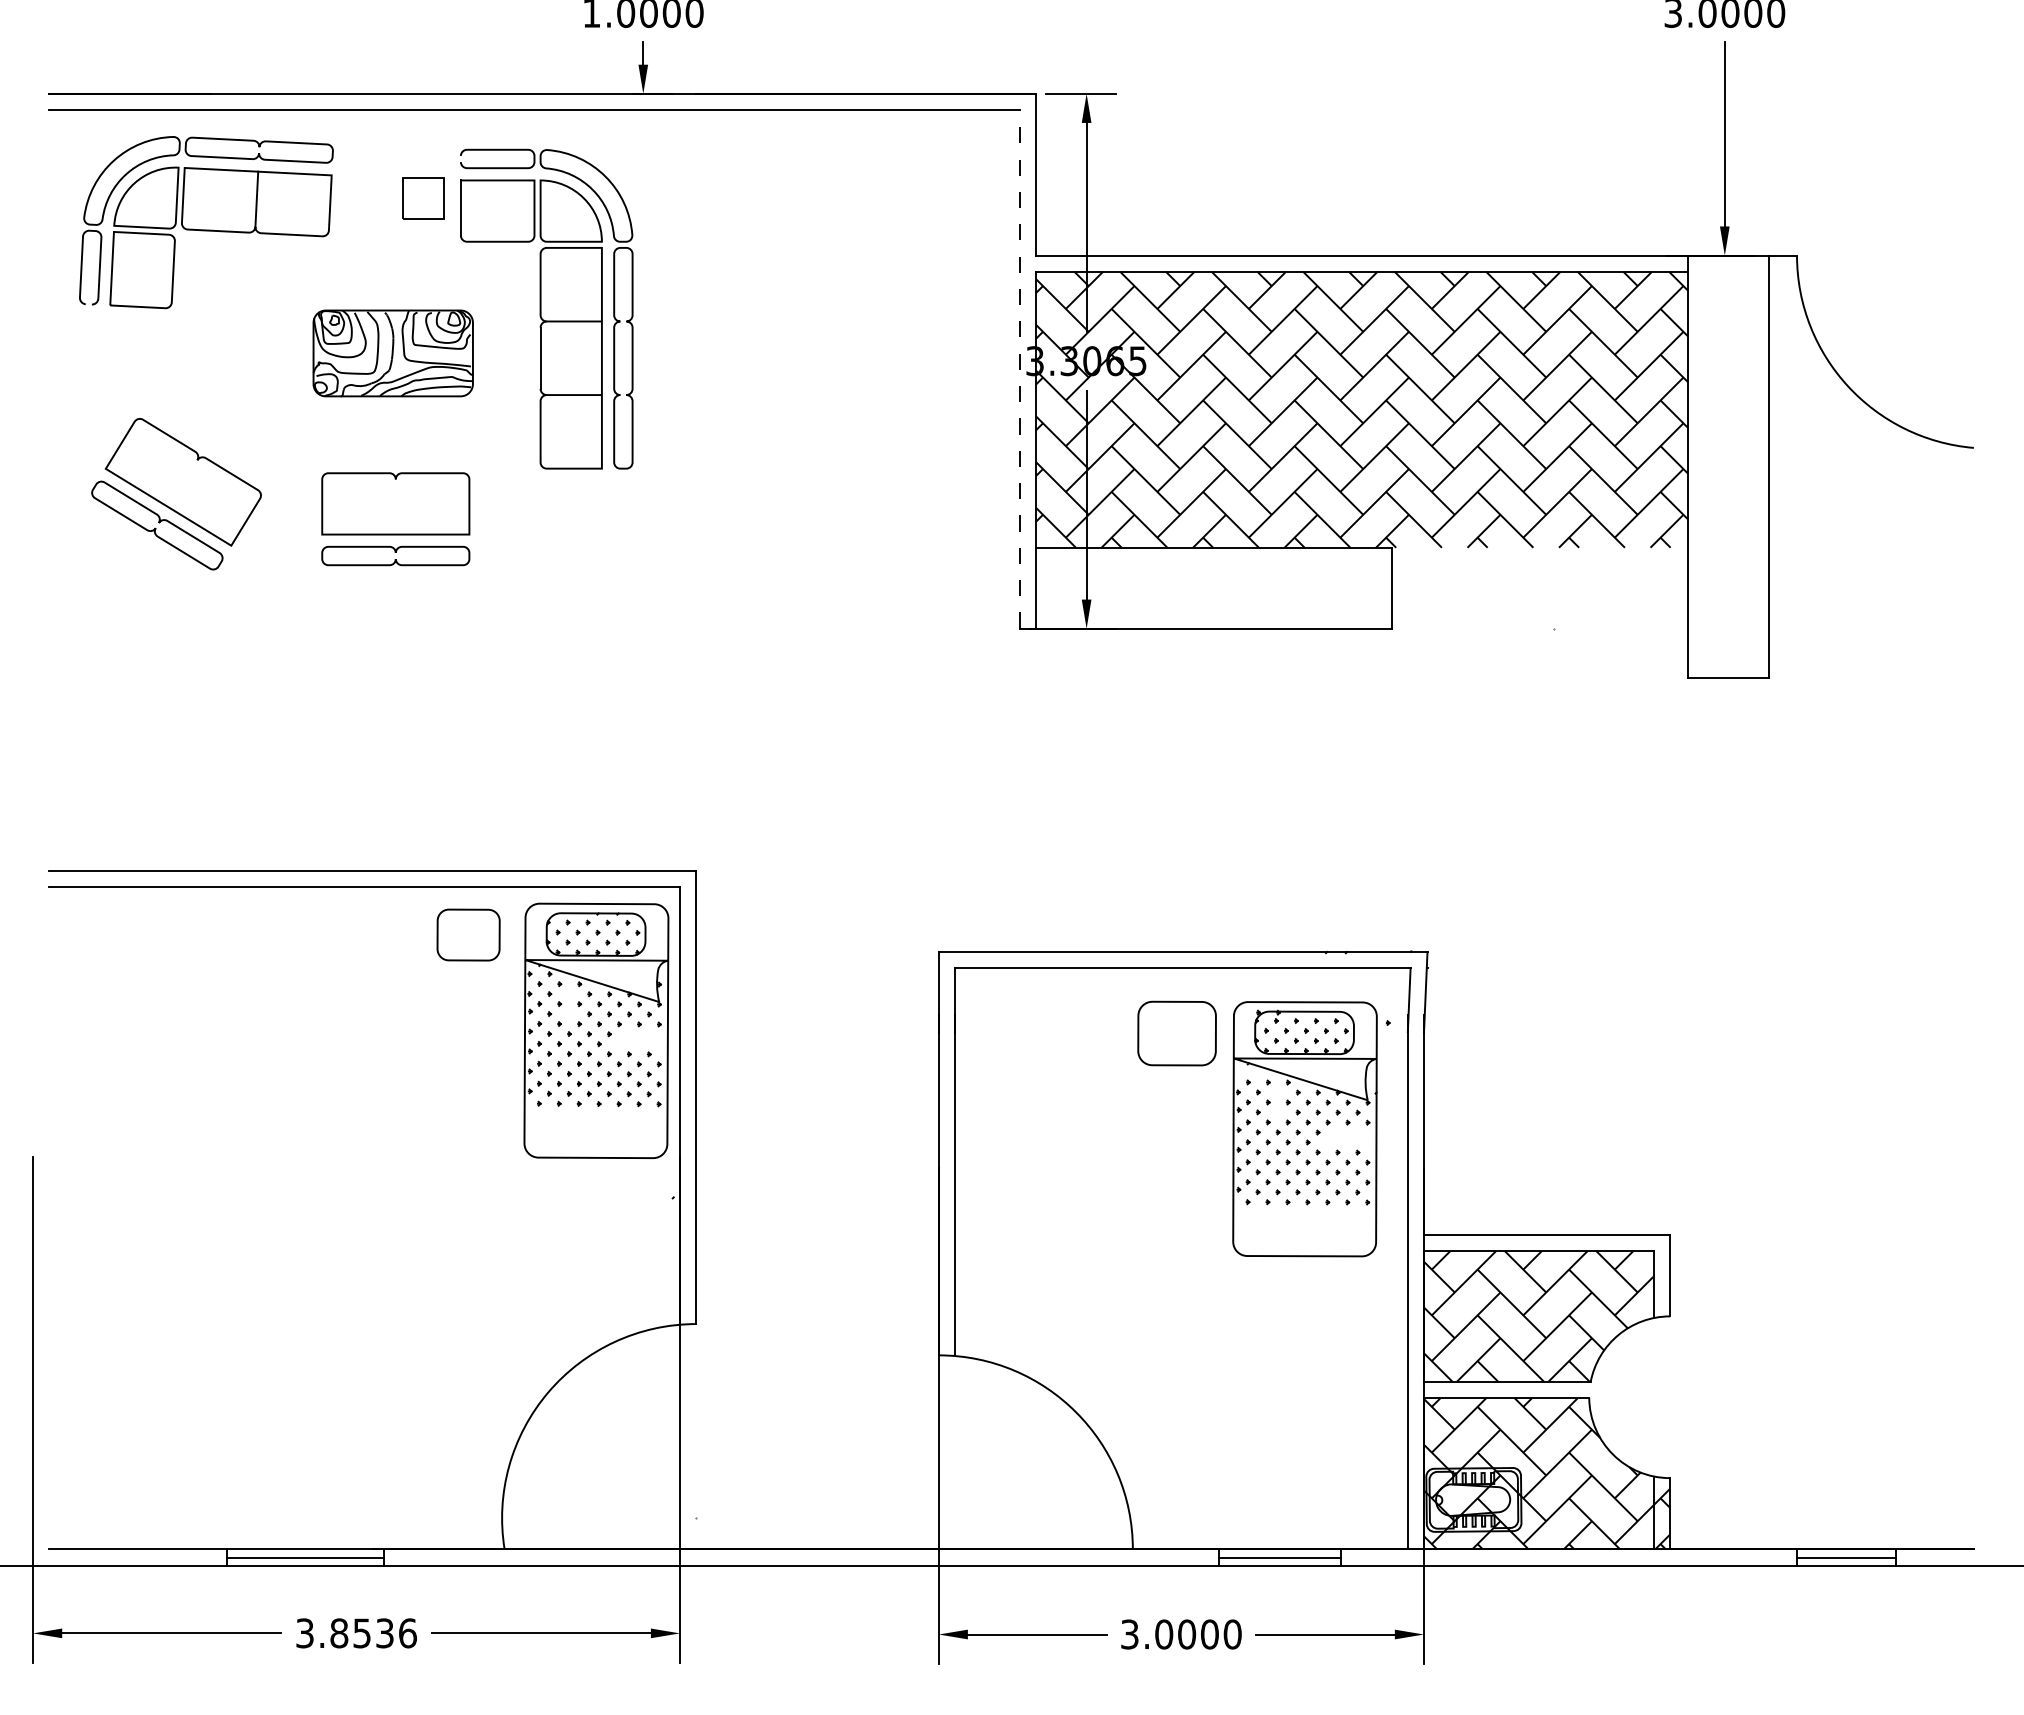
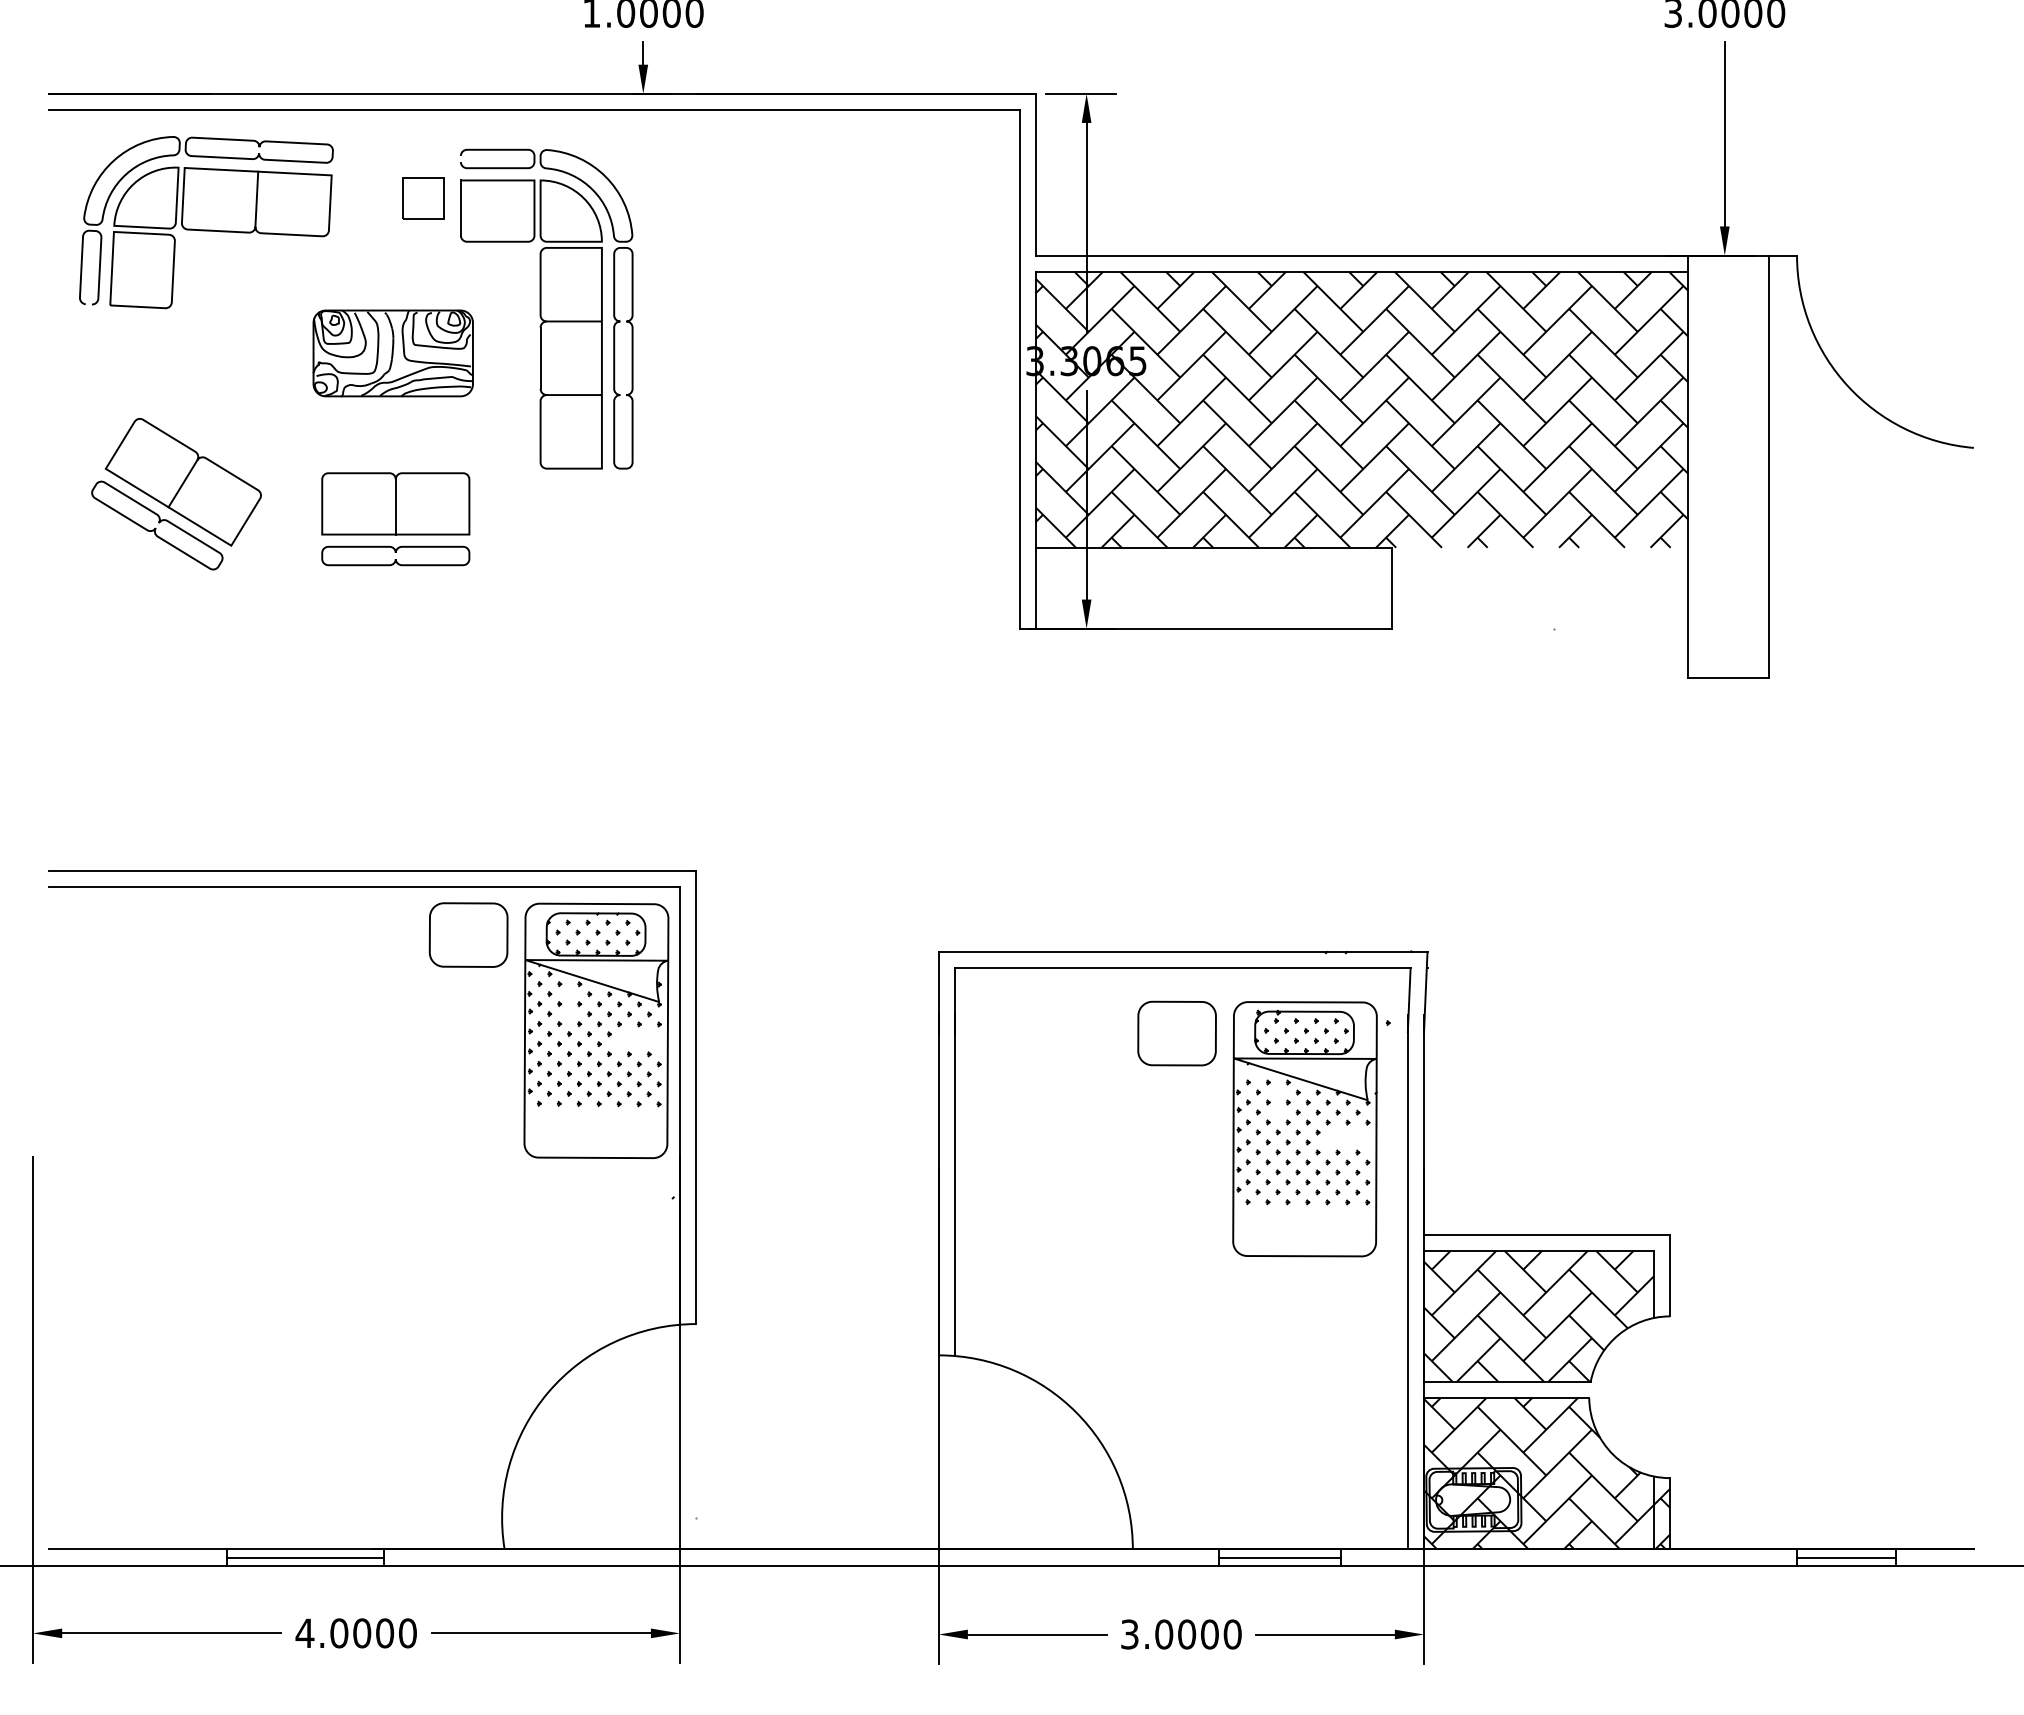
line at (1019, 368): dashed -> solid
line at (182, 483): none -> present
line at (395, 506): none -> present
part at (468, 934) size: 65x54 px -> 81x66 px
text at (356, 1633): 3.8536 -> 4.0000
